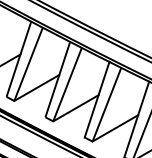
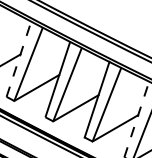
line at (18, 59): solid -> dashed
line at (136, 119): solid -> dashed
